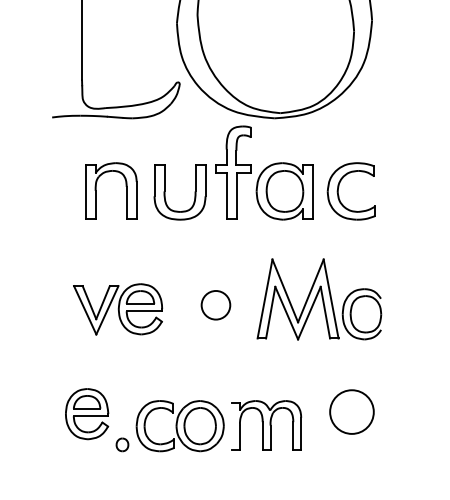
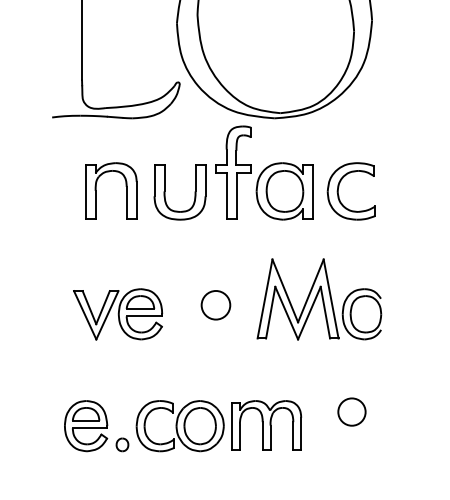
part at (118, 309) position: (118, 309) -> (118, 314)
circle at (351, 411) diameter: 44 px -> 27 px
part at (87, 414) position: (87, 414) -> (86, 426)
line at (232, 426): none -> present
